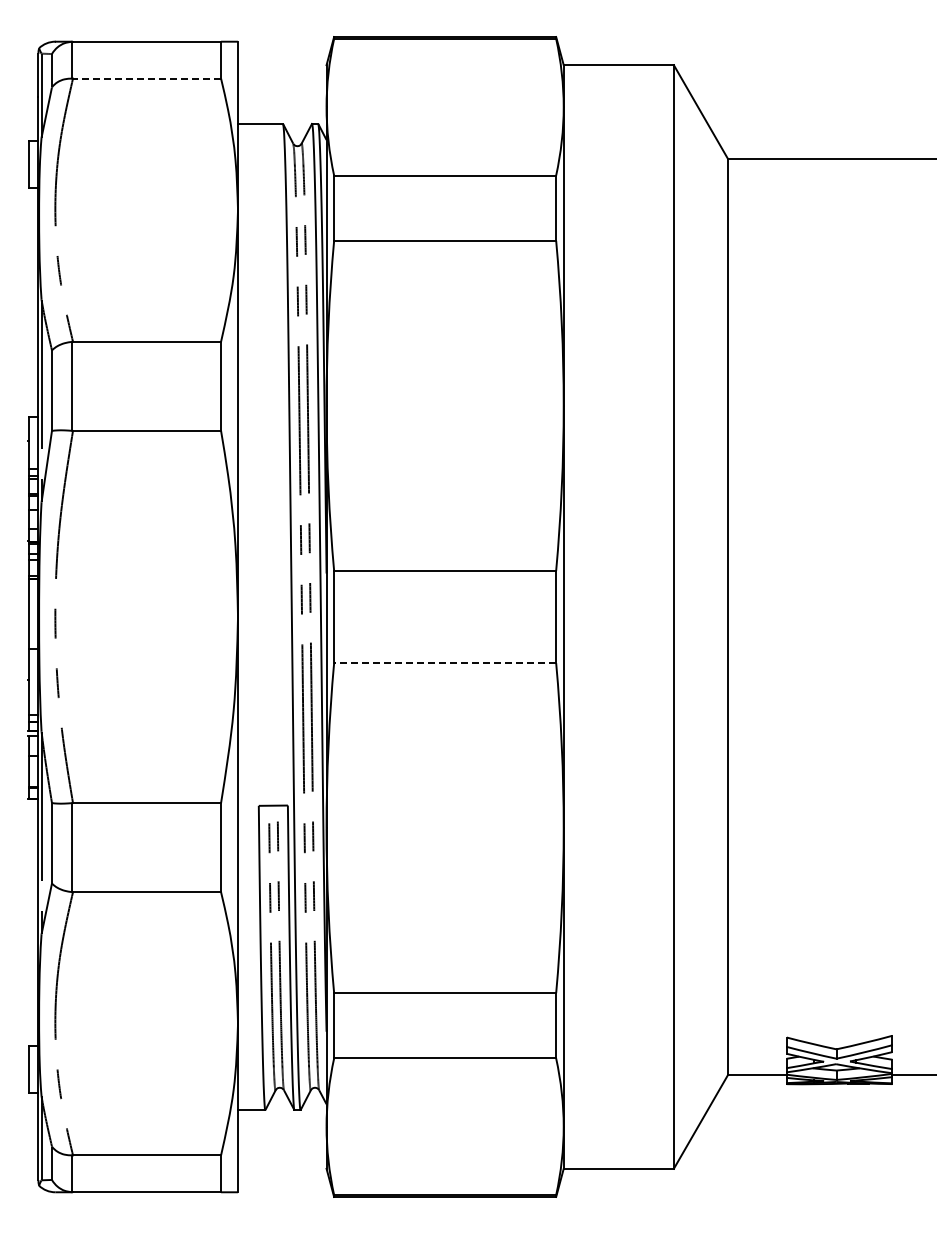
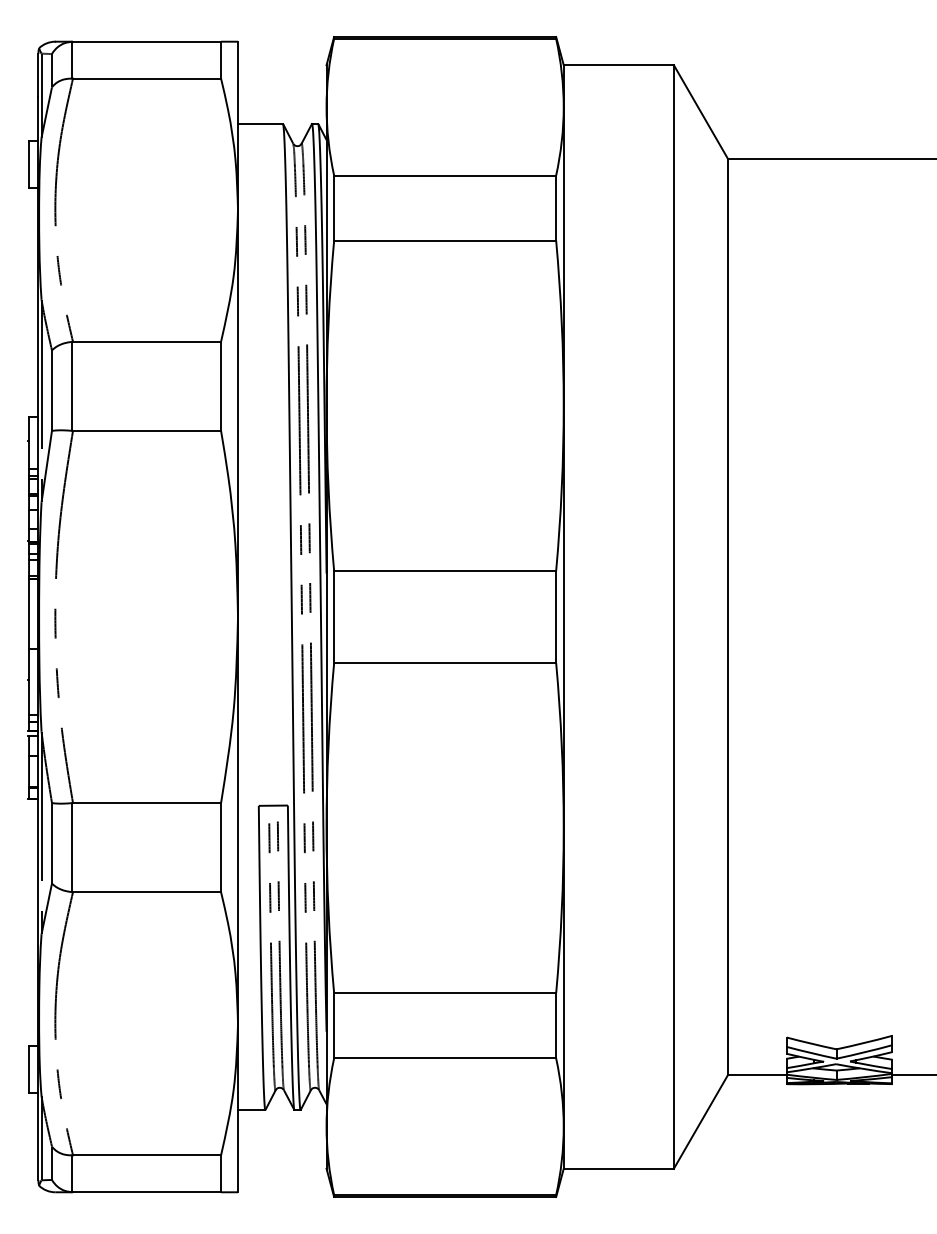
line at (146, 78): dashed -> solid
line at (444, 663): dashed -> solid
